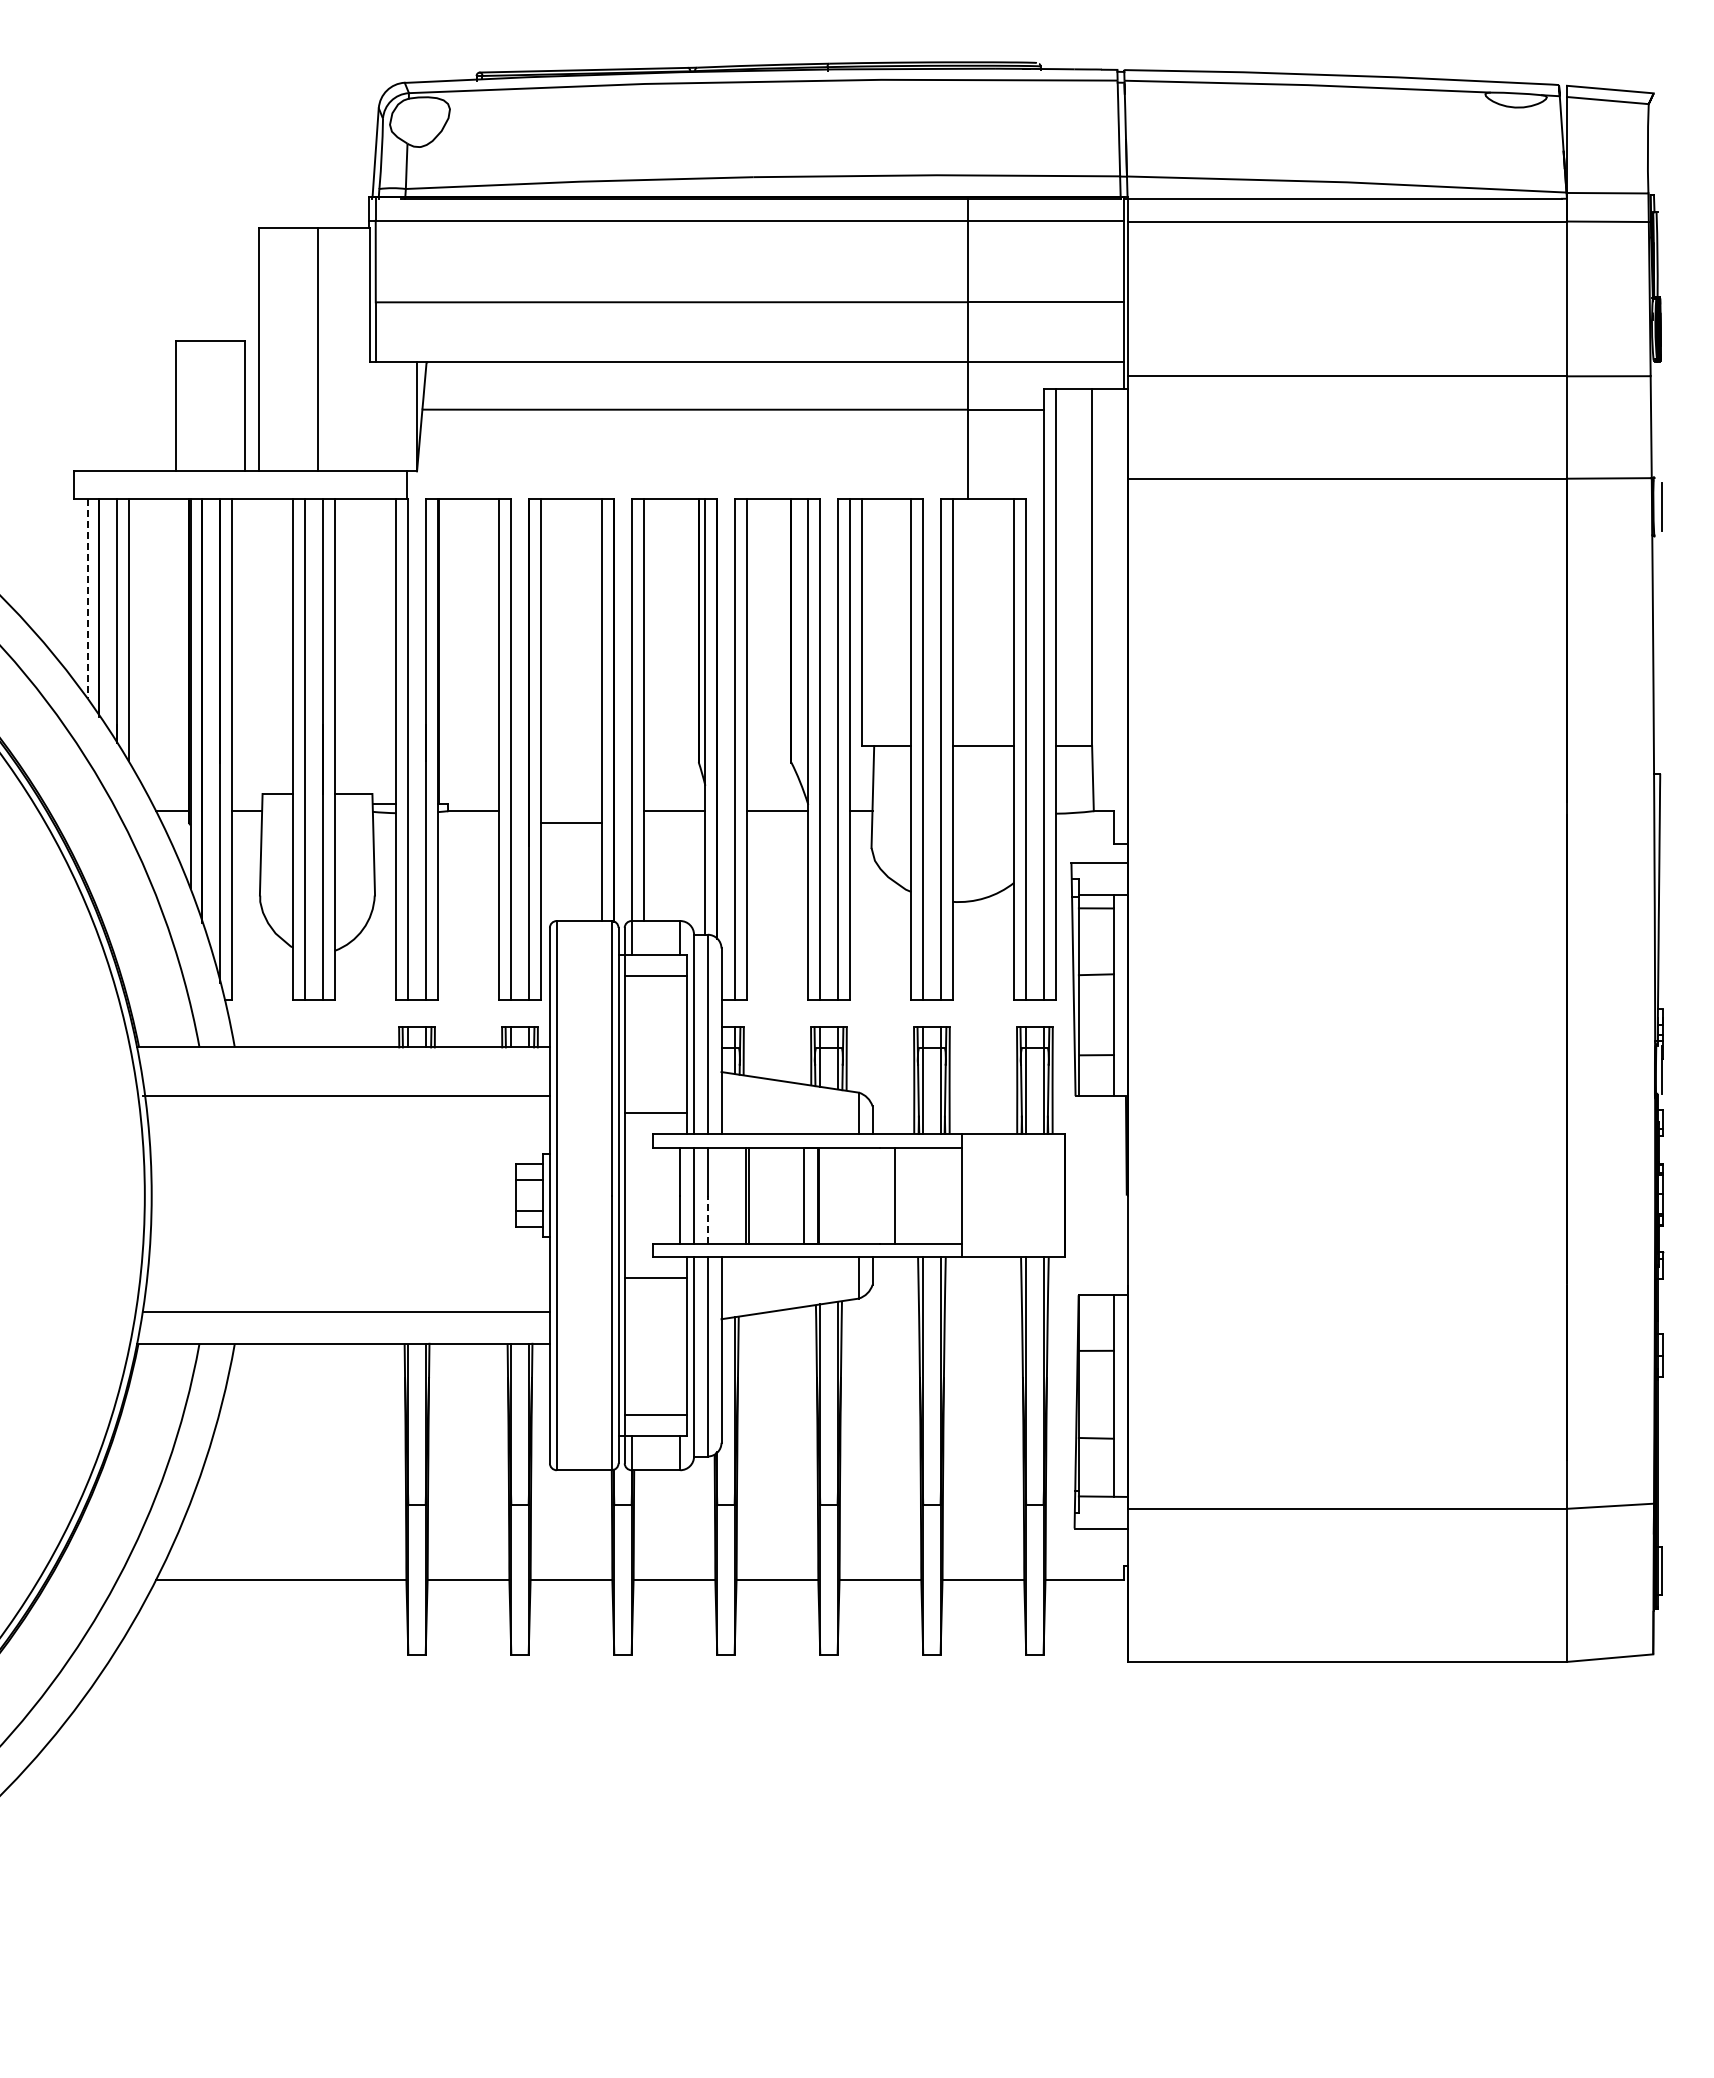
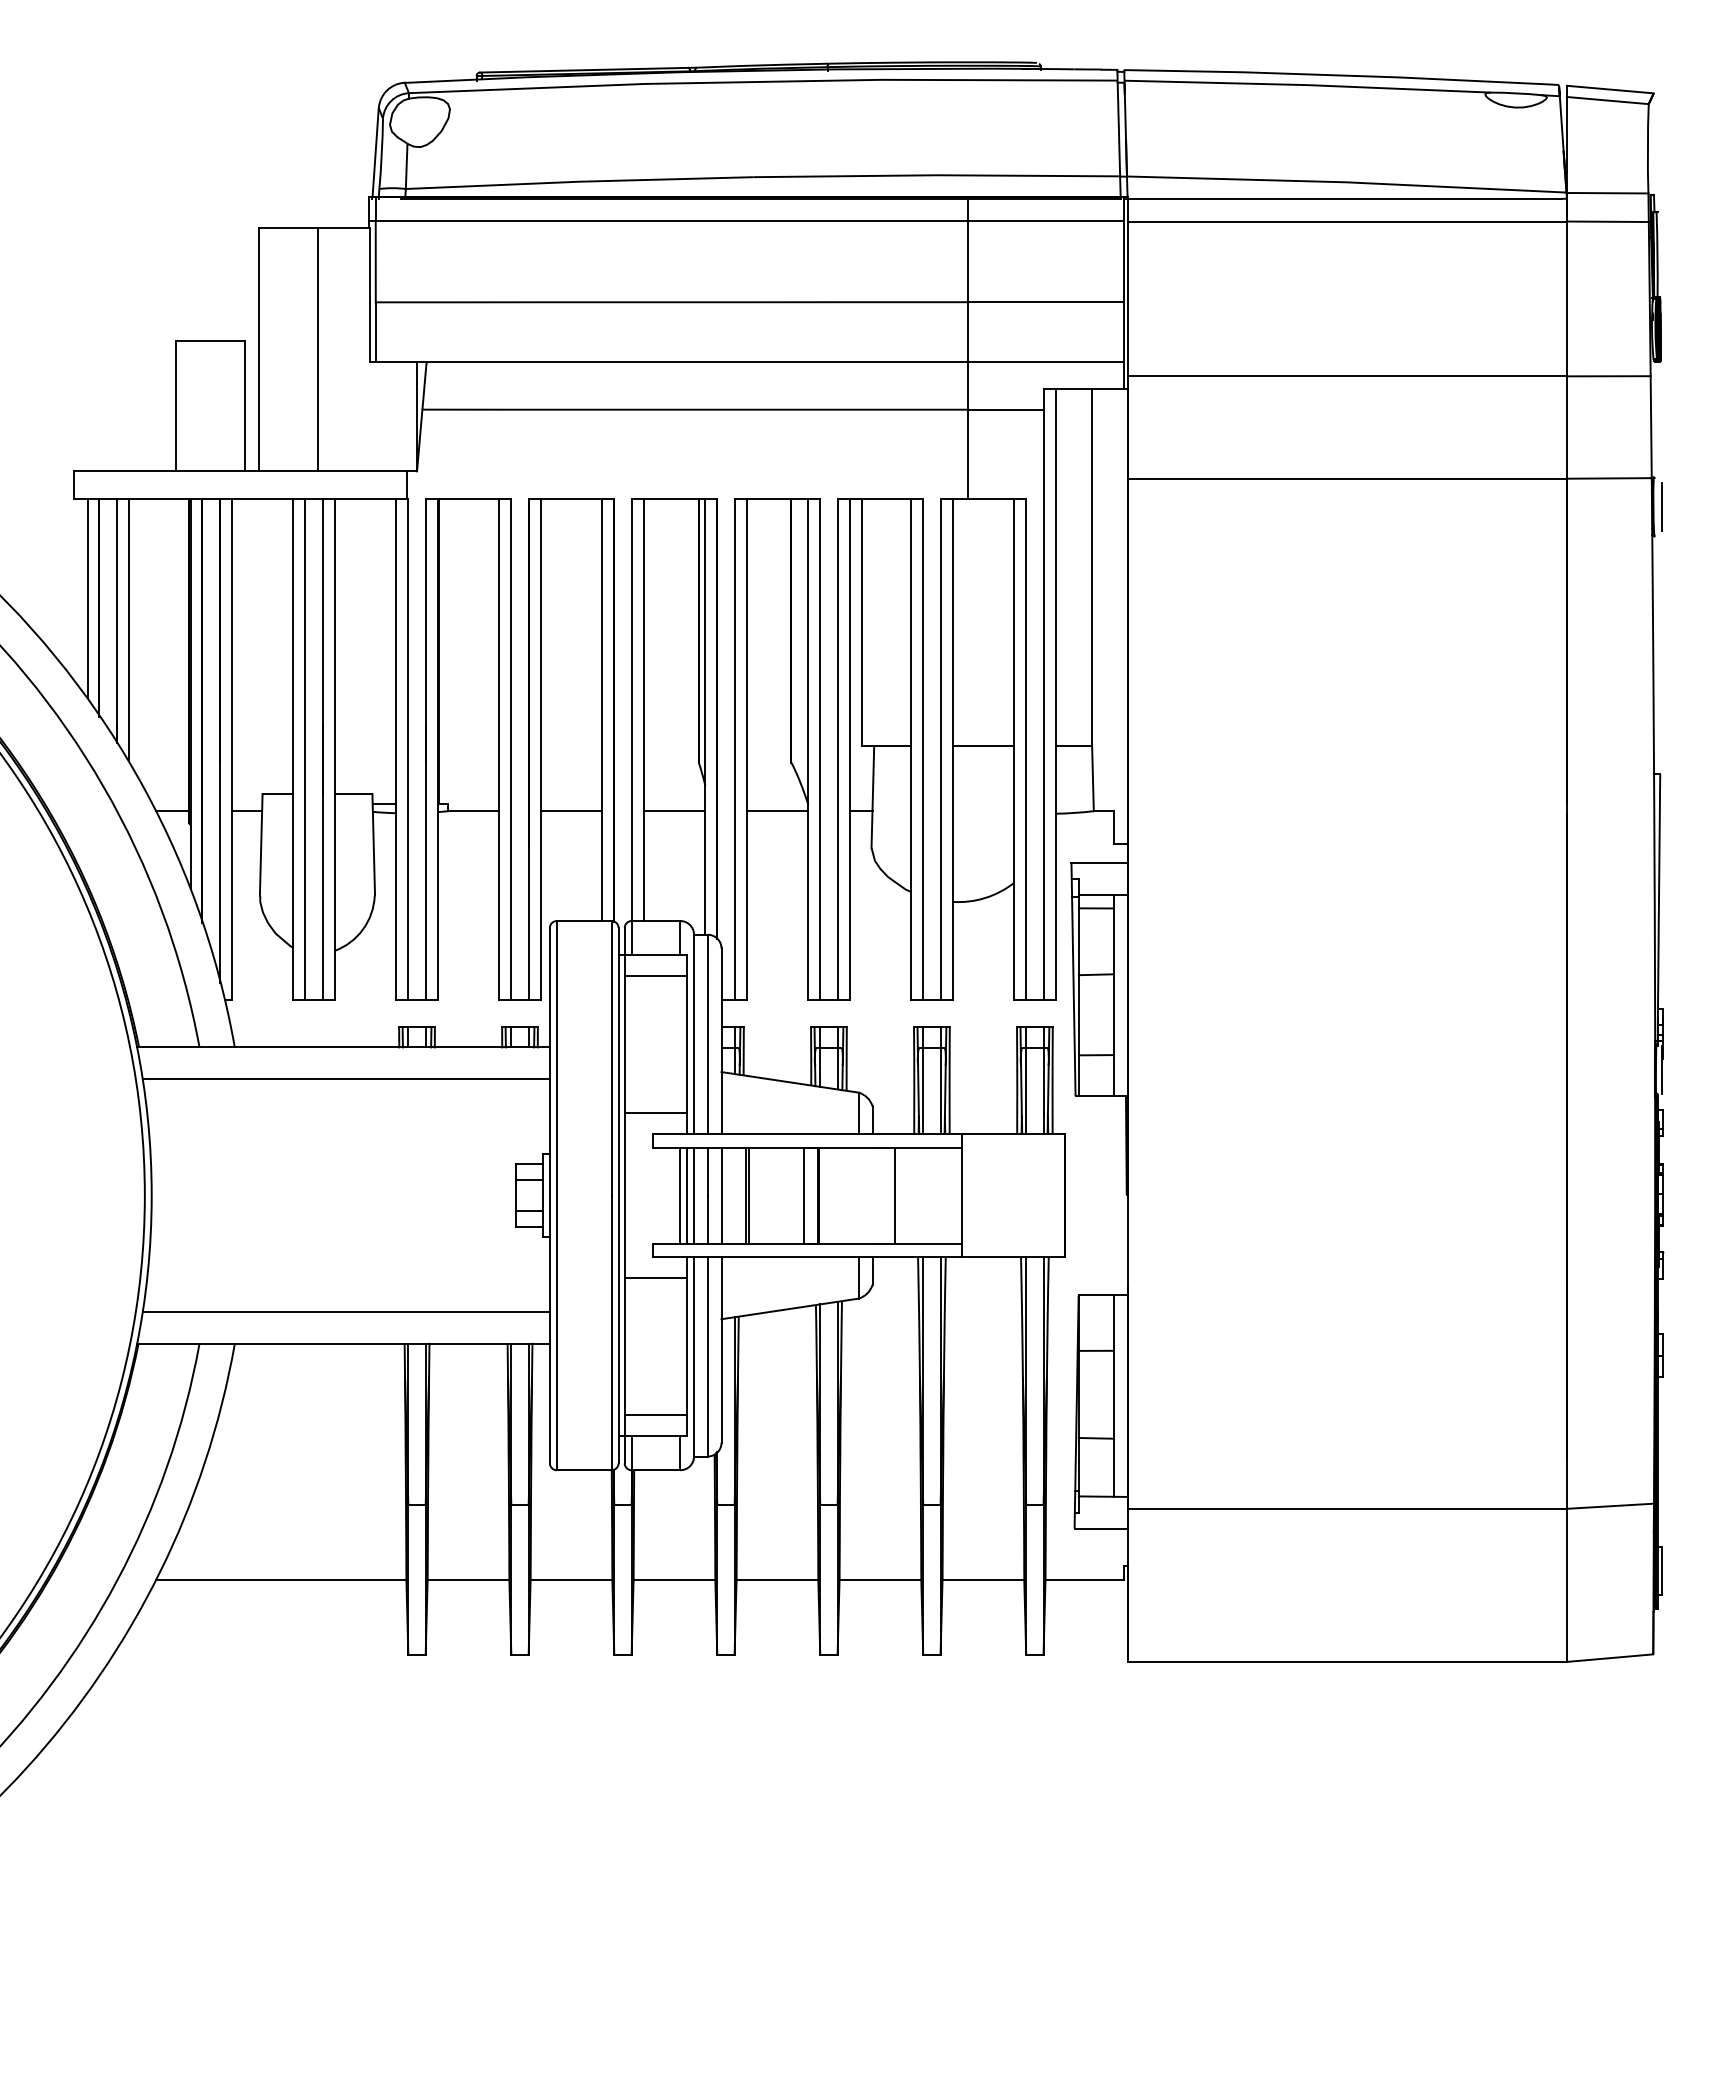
line at (87, 598): dashed -> solid
line at (571, 823) position: (571, 823) -> (571, 811)
line at (345, 1095) position: (345, 1095) -> (345, 1078)
line at (687, 1195): none -> present
line at (721, 1195): none -> present
line at (707, 1219): dashed -> solid
